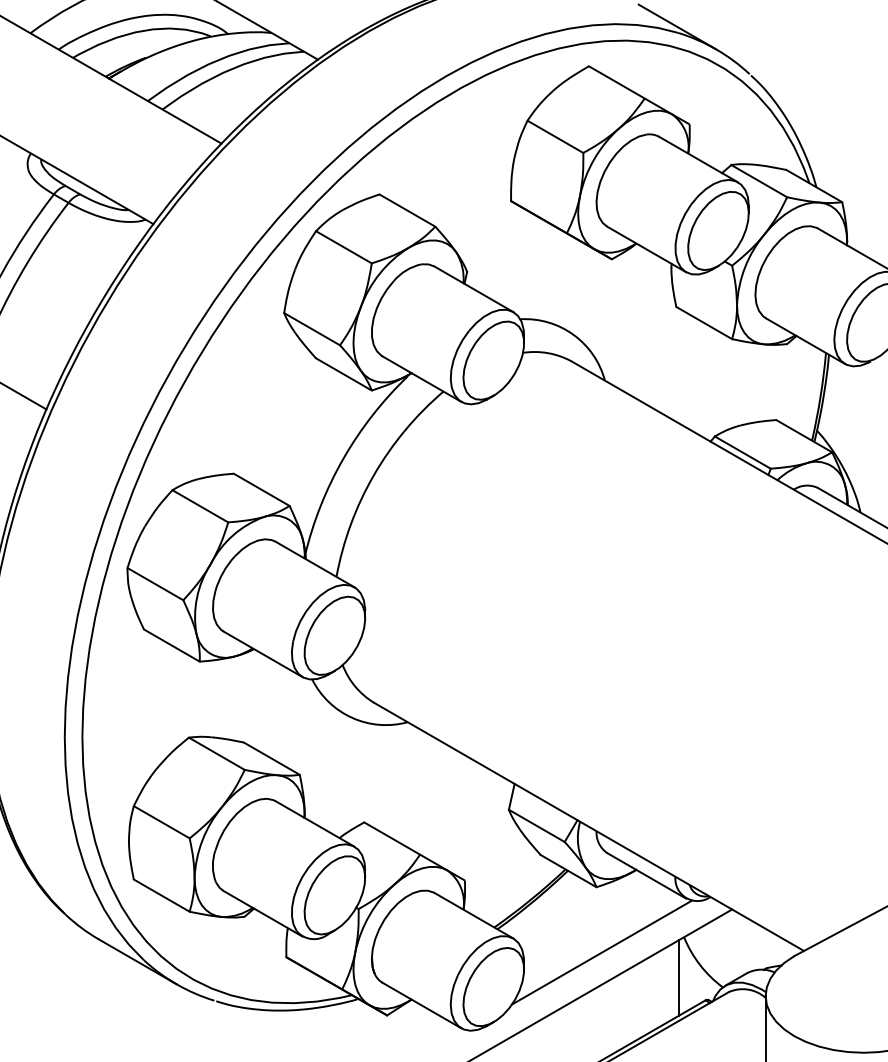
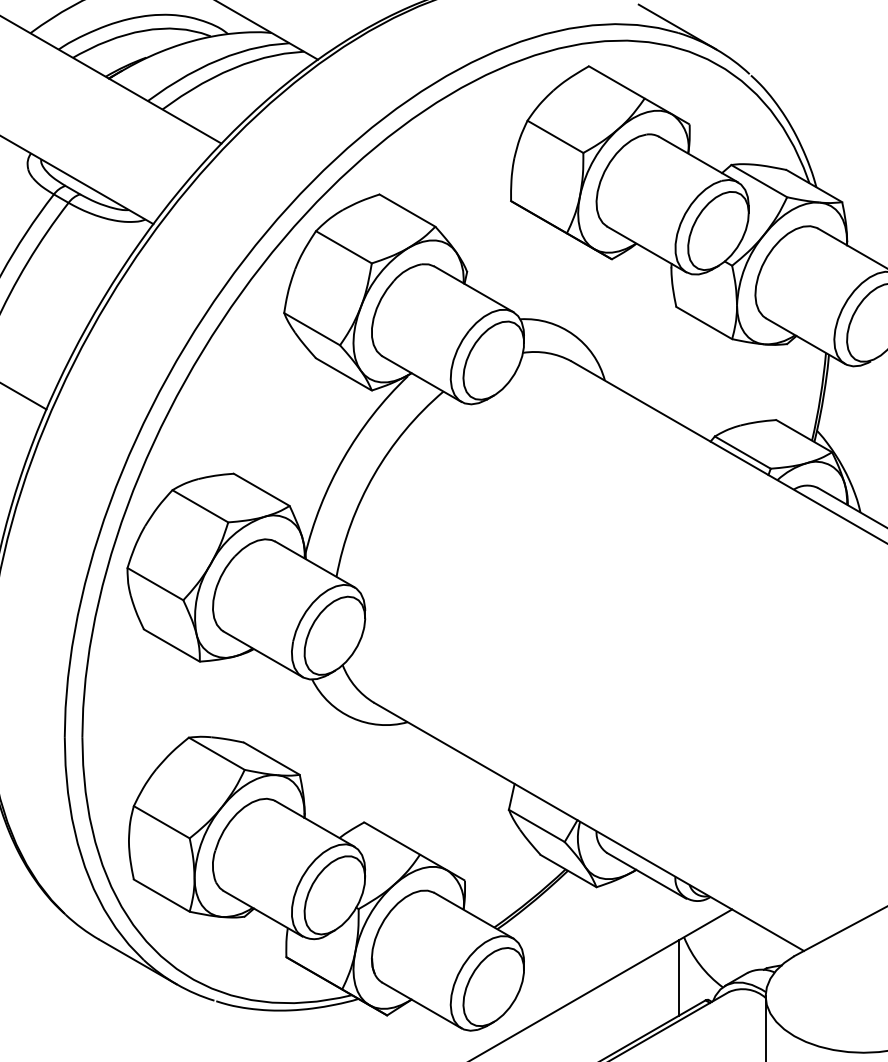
line at (601, 952): present -> none
